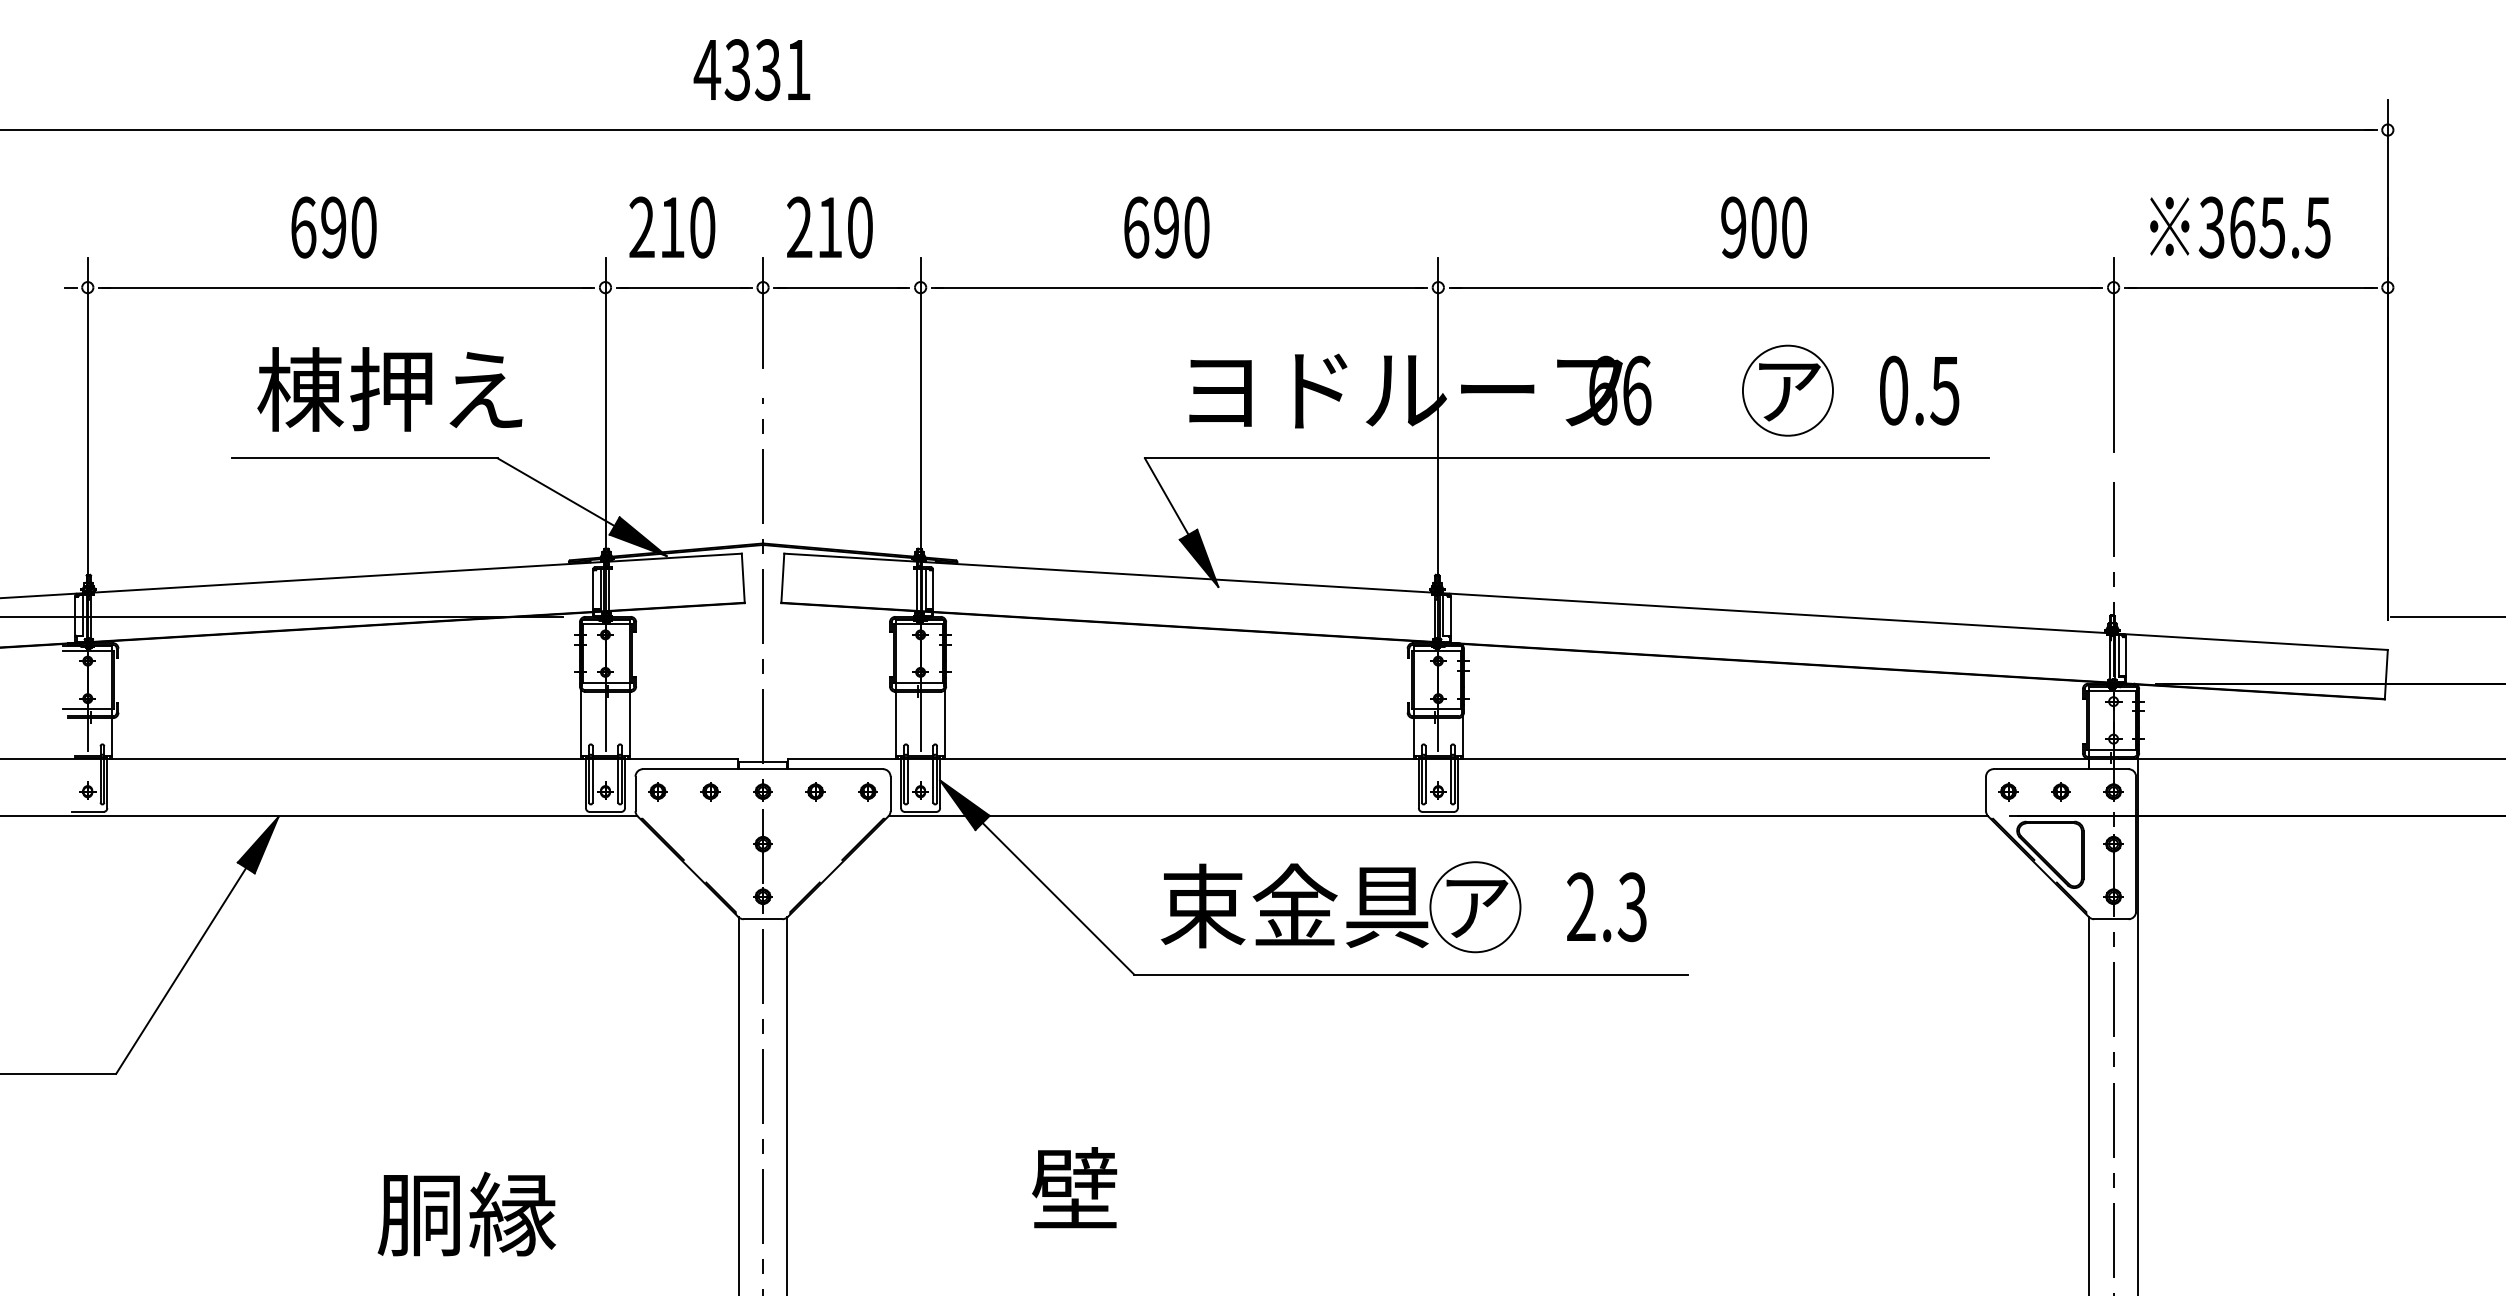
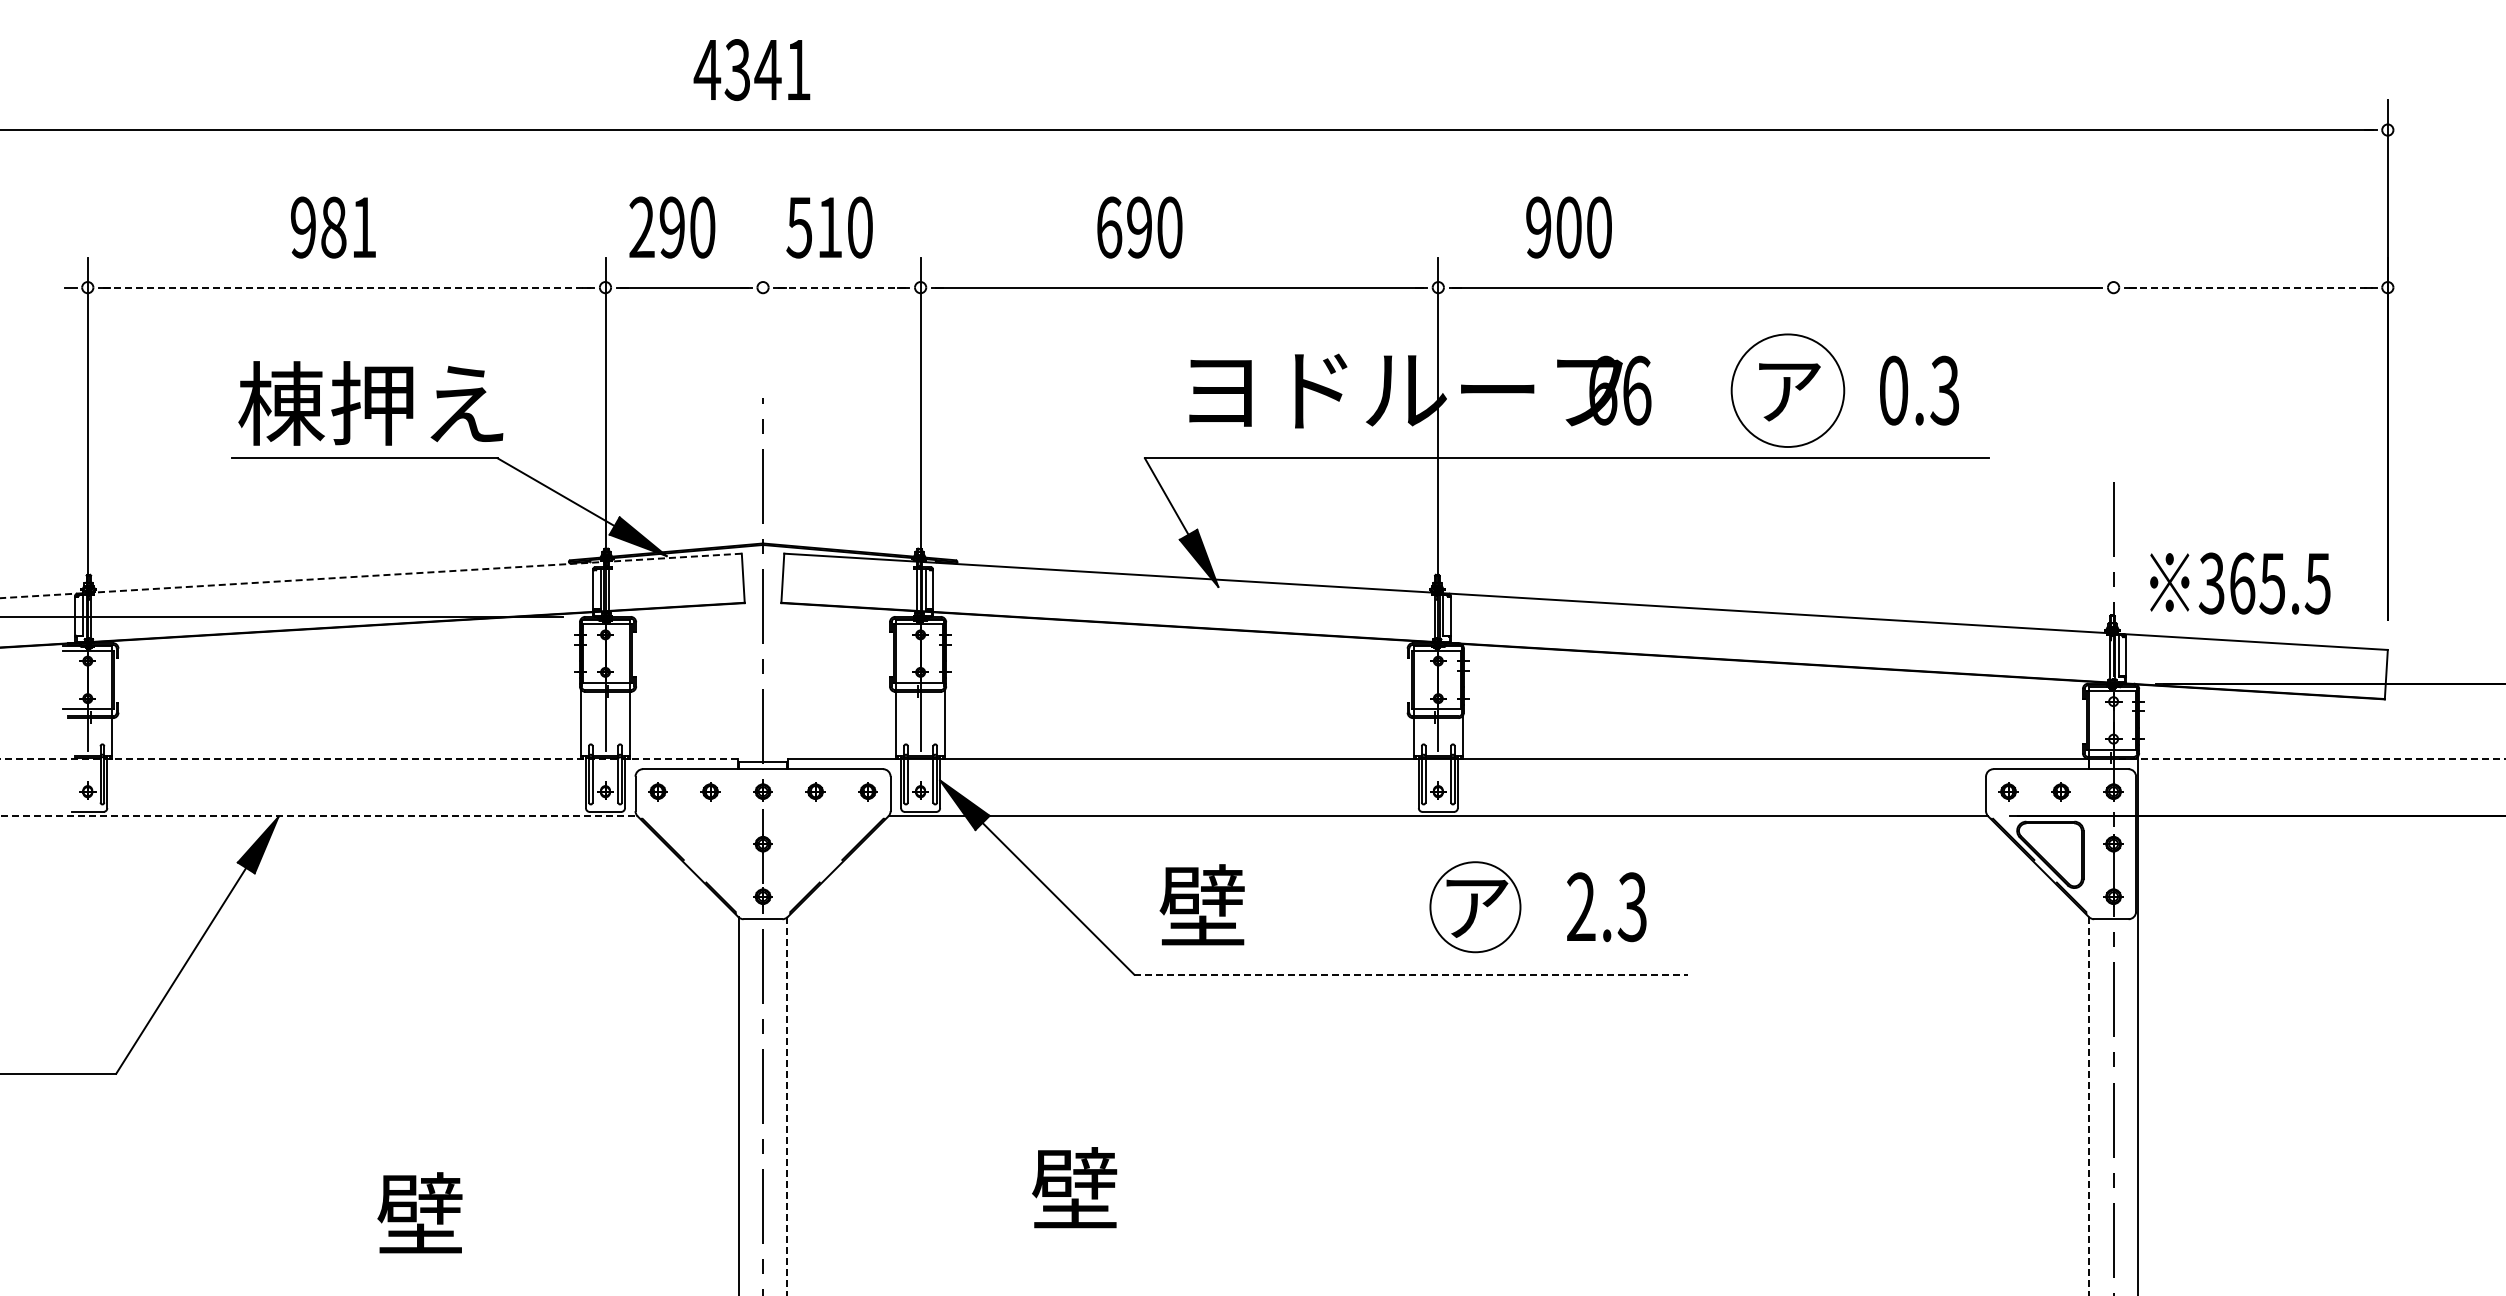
text at (767, 70): 4331 -> 4341
text at (333, 227): 690 -> 981
text at (671, 227): 210 -> 290
text at (799, 227): 210 -> 510
text at (1166, 227) position: (1166, 227) -> (1139, 227)
text at (1763, 227) position: (1763, 227) -> (1568, 227)
text at (2240, 227) position: (2240, 227) -> (2240, 583)
line at (346, 287): solid -> dashed
line at (841, 287): solid -> dashed
line at (2251, 287): solid -> dashed
line at (763, 312): present -> none
line at (2113, 354): present -> none
text at (389, 389) position: (389, 389) -> (370, 403)
circle at (1787, 390) diameter: 90 px -> 113 px
text at (1944, 390): 0.5 -> 0.3
line at (370, 575): solid -> dashed
line at (2446, 616): present -> none
line at (369, 759): solid -> dashed
line at (2312, 759): solid -> dashed
line at (319, 815): solid -> dashed
text at (1293, 905): 束金具 -> 壁
line at (1411, 974): solid -> dashed
line at (787, 1106): solid -> dashed
line at (2089, 1106): solid -> dashed
text at (466, 1213): 胴縁 -> 壁
